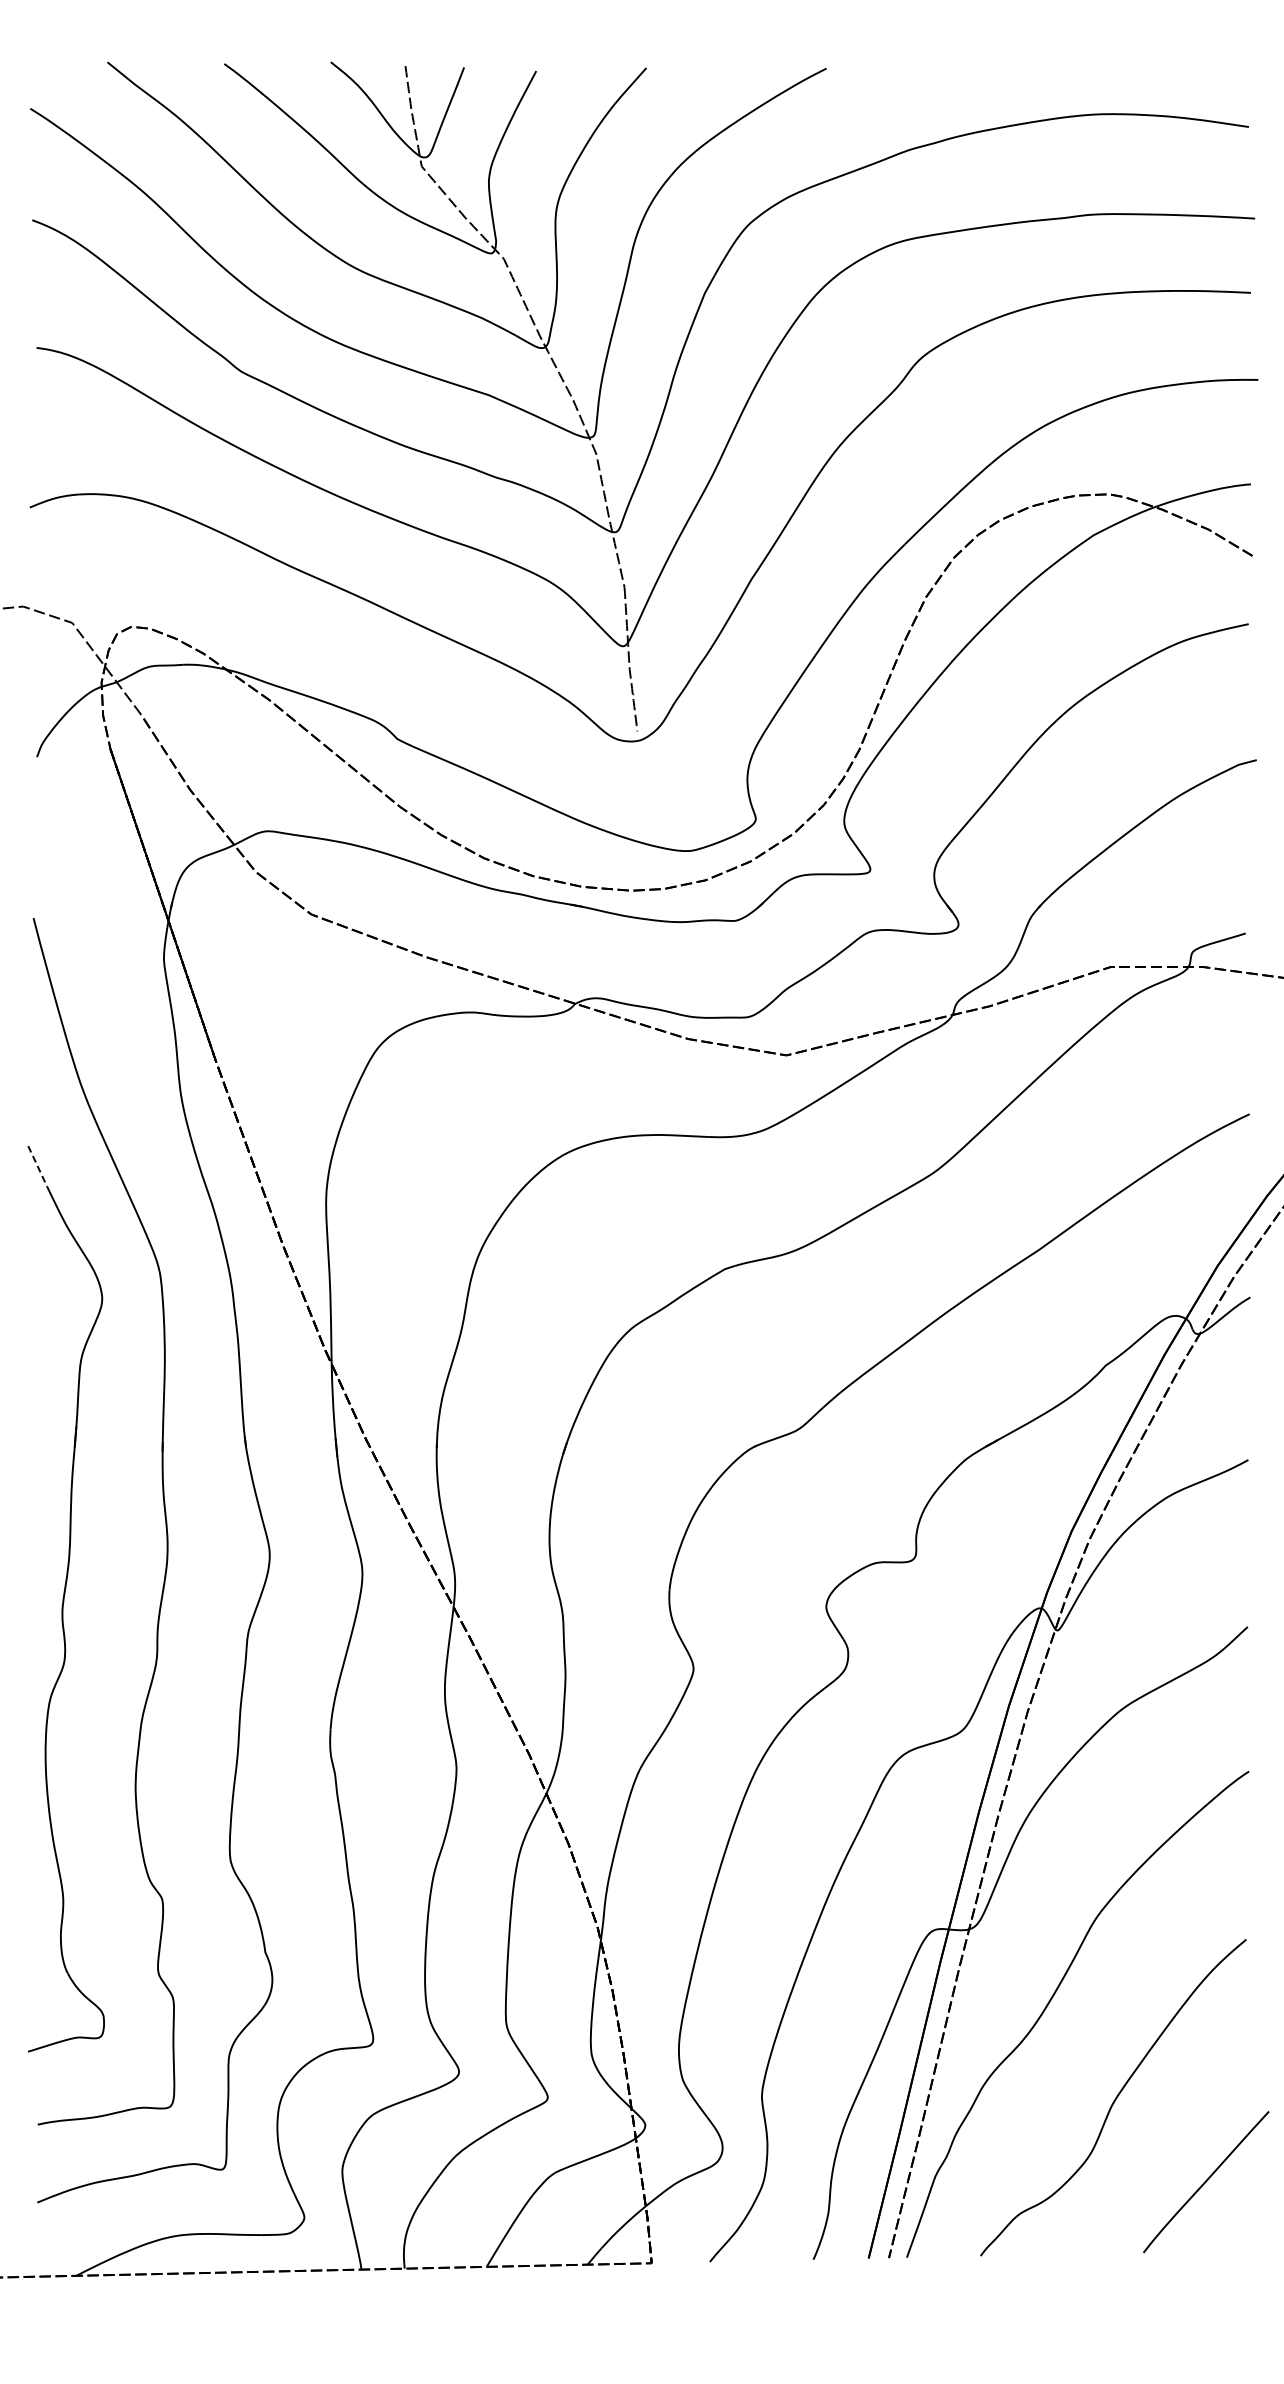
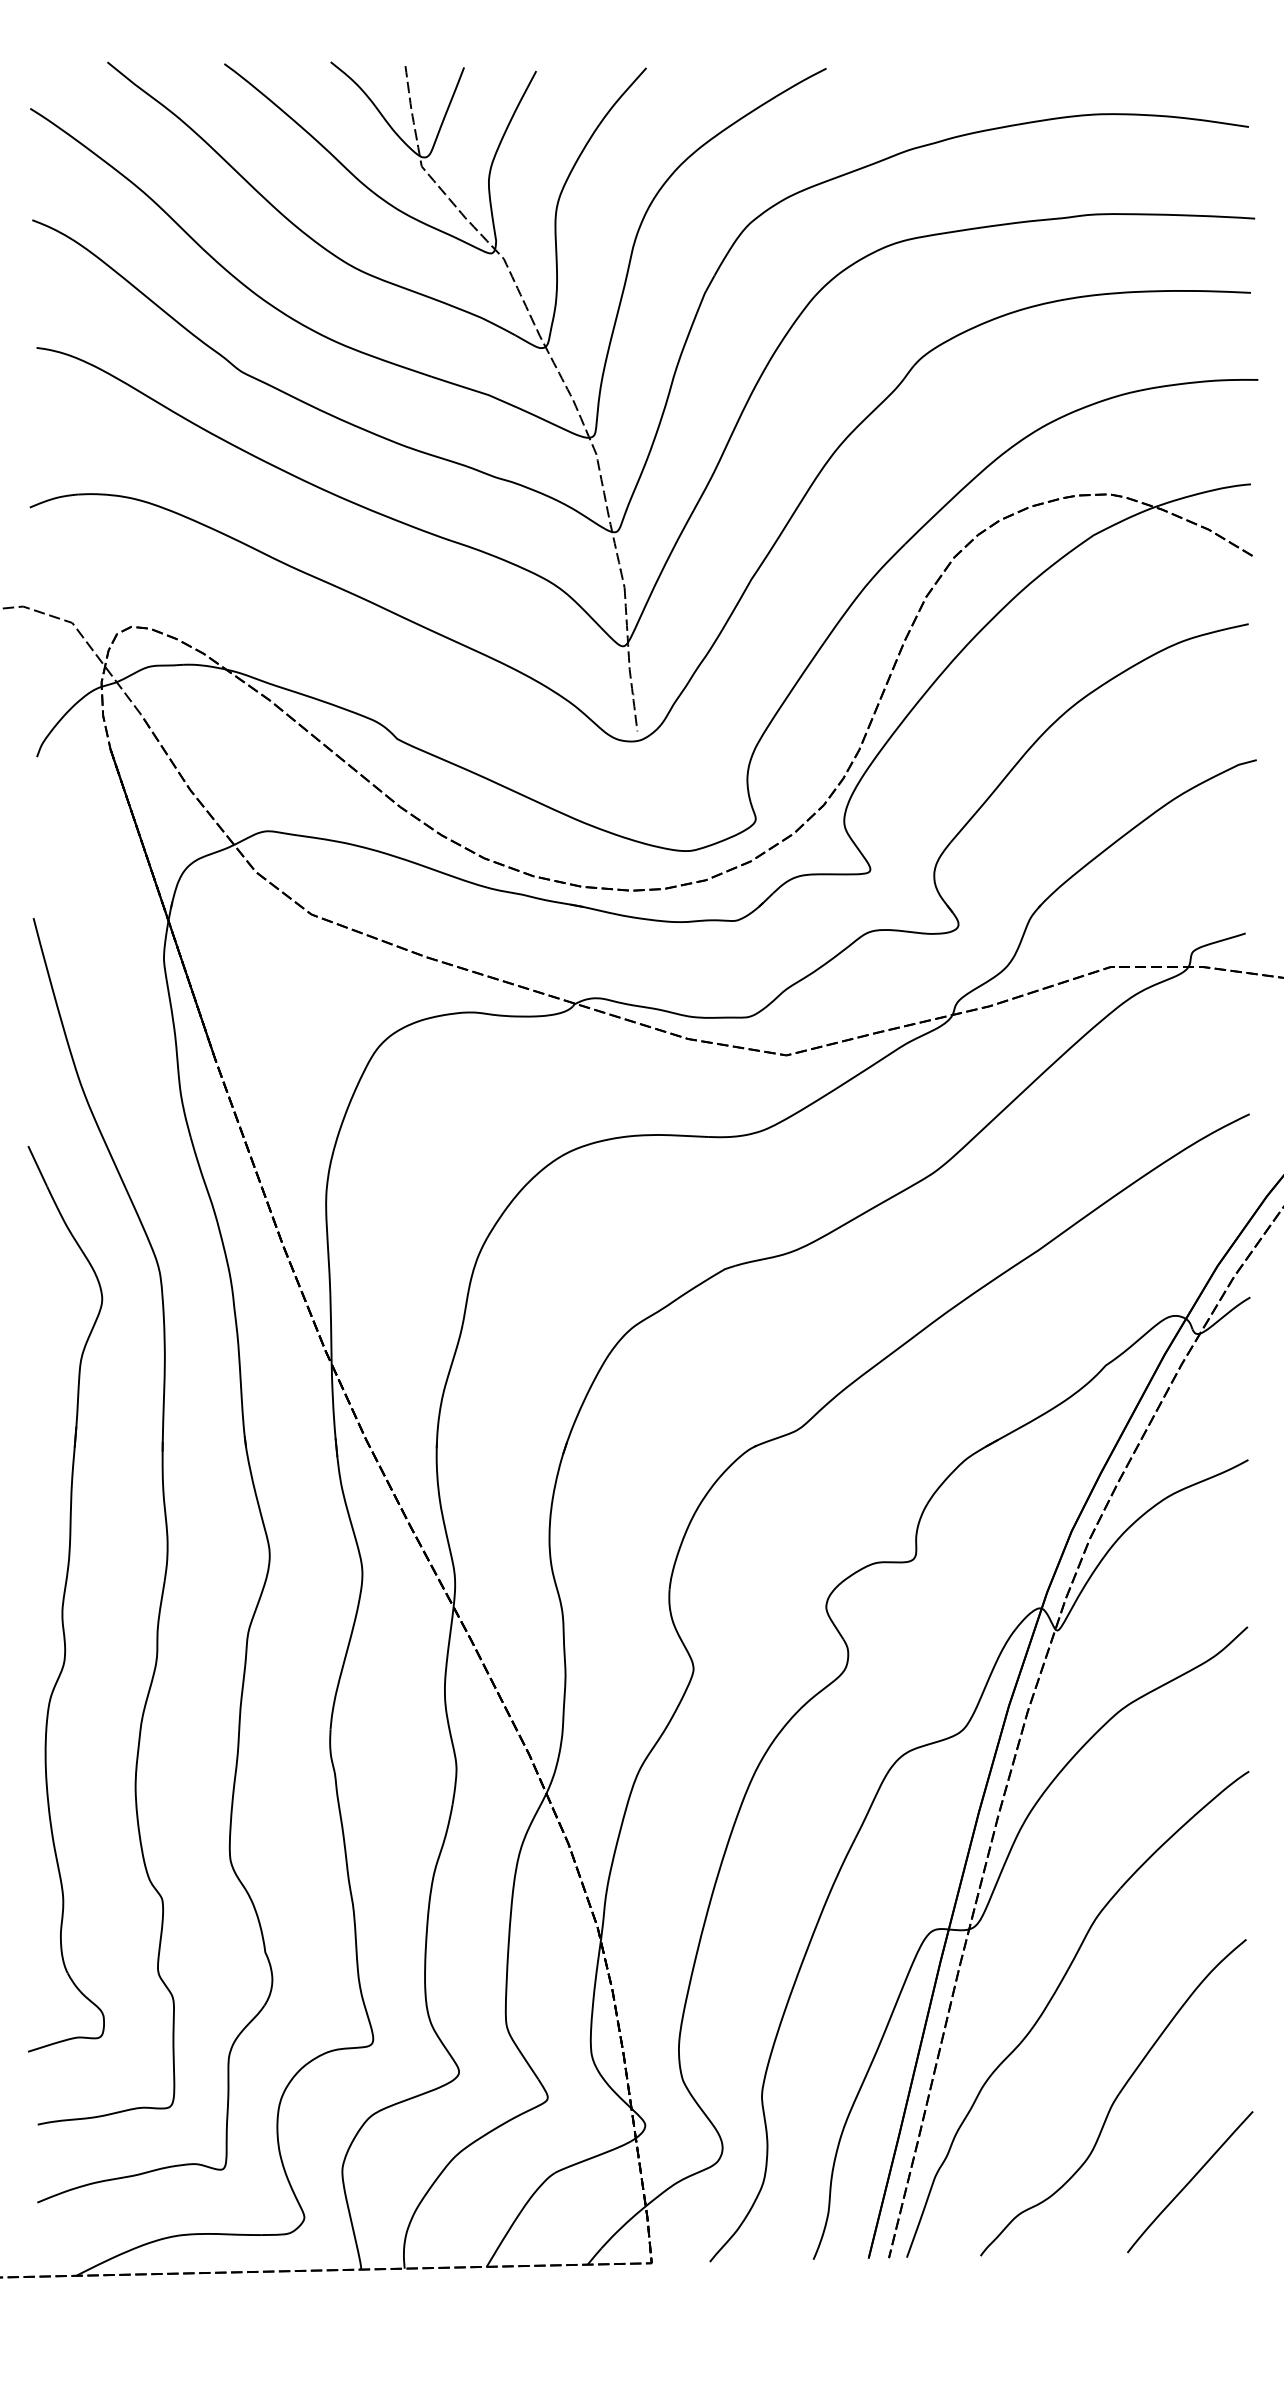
line at (37, 1166): dashed -> solid
curve at (1206, 2182) position: (1206, 2182) -> (1190, 2182)
